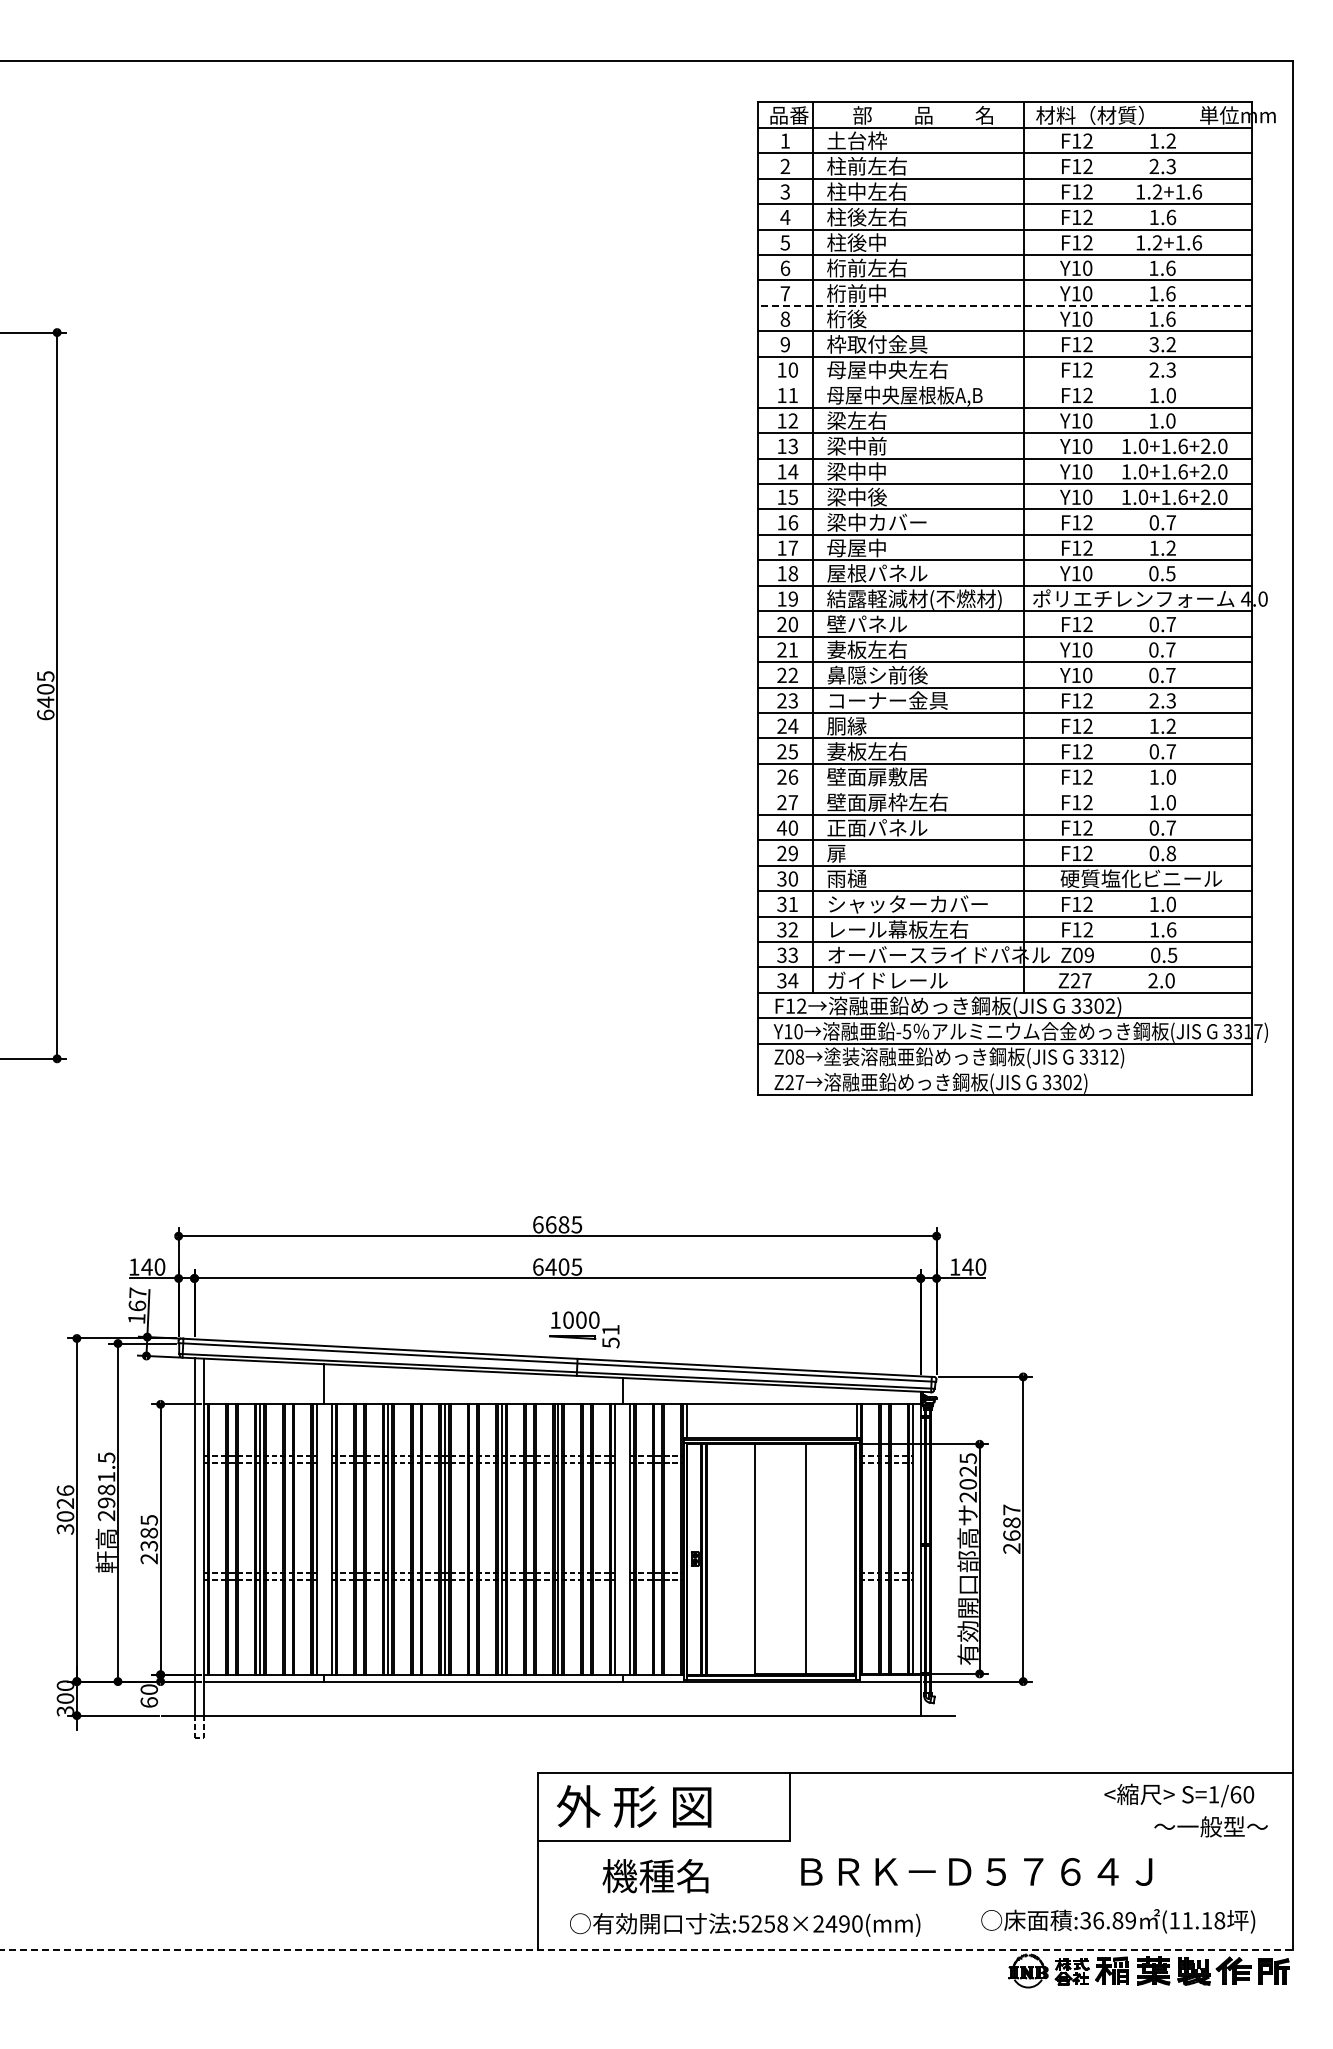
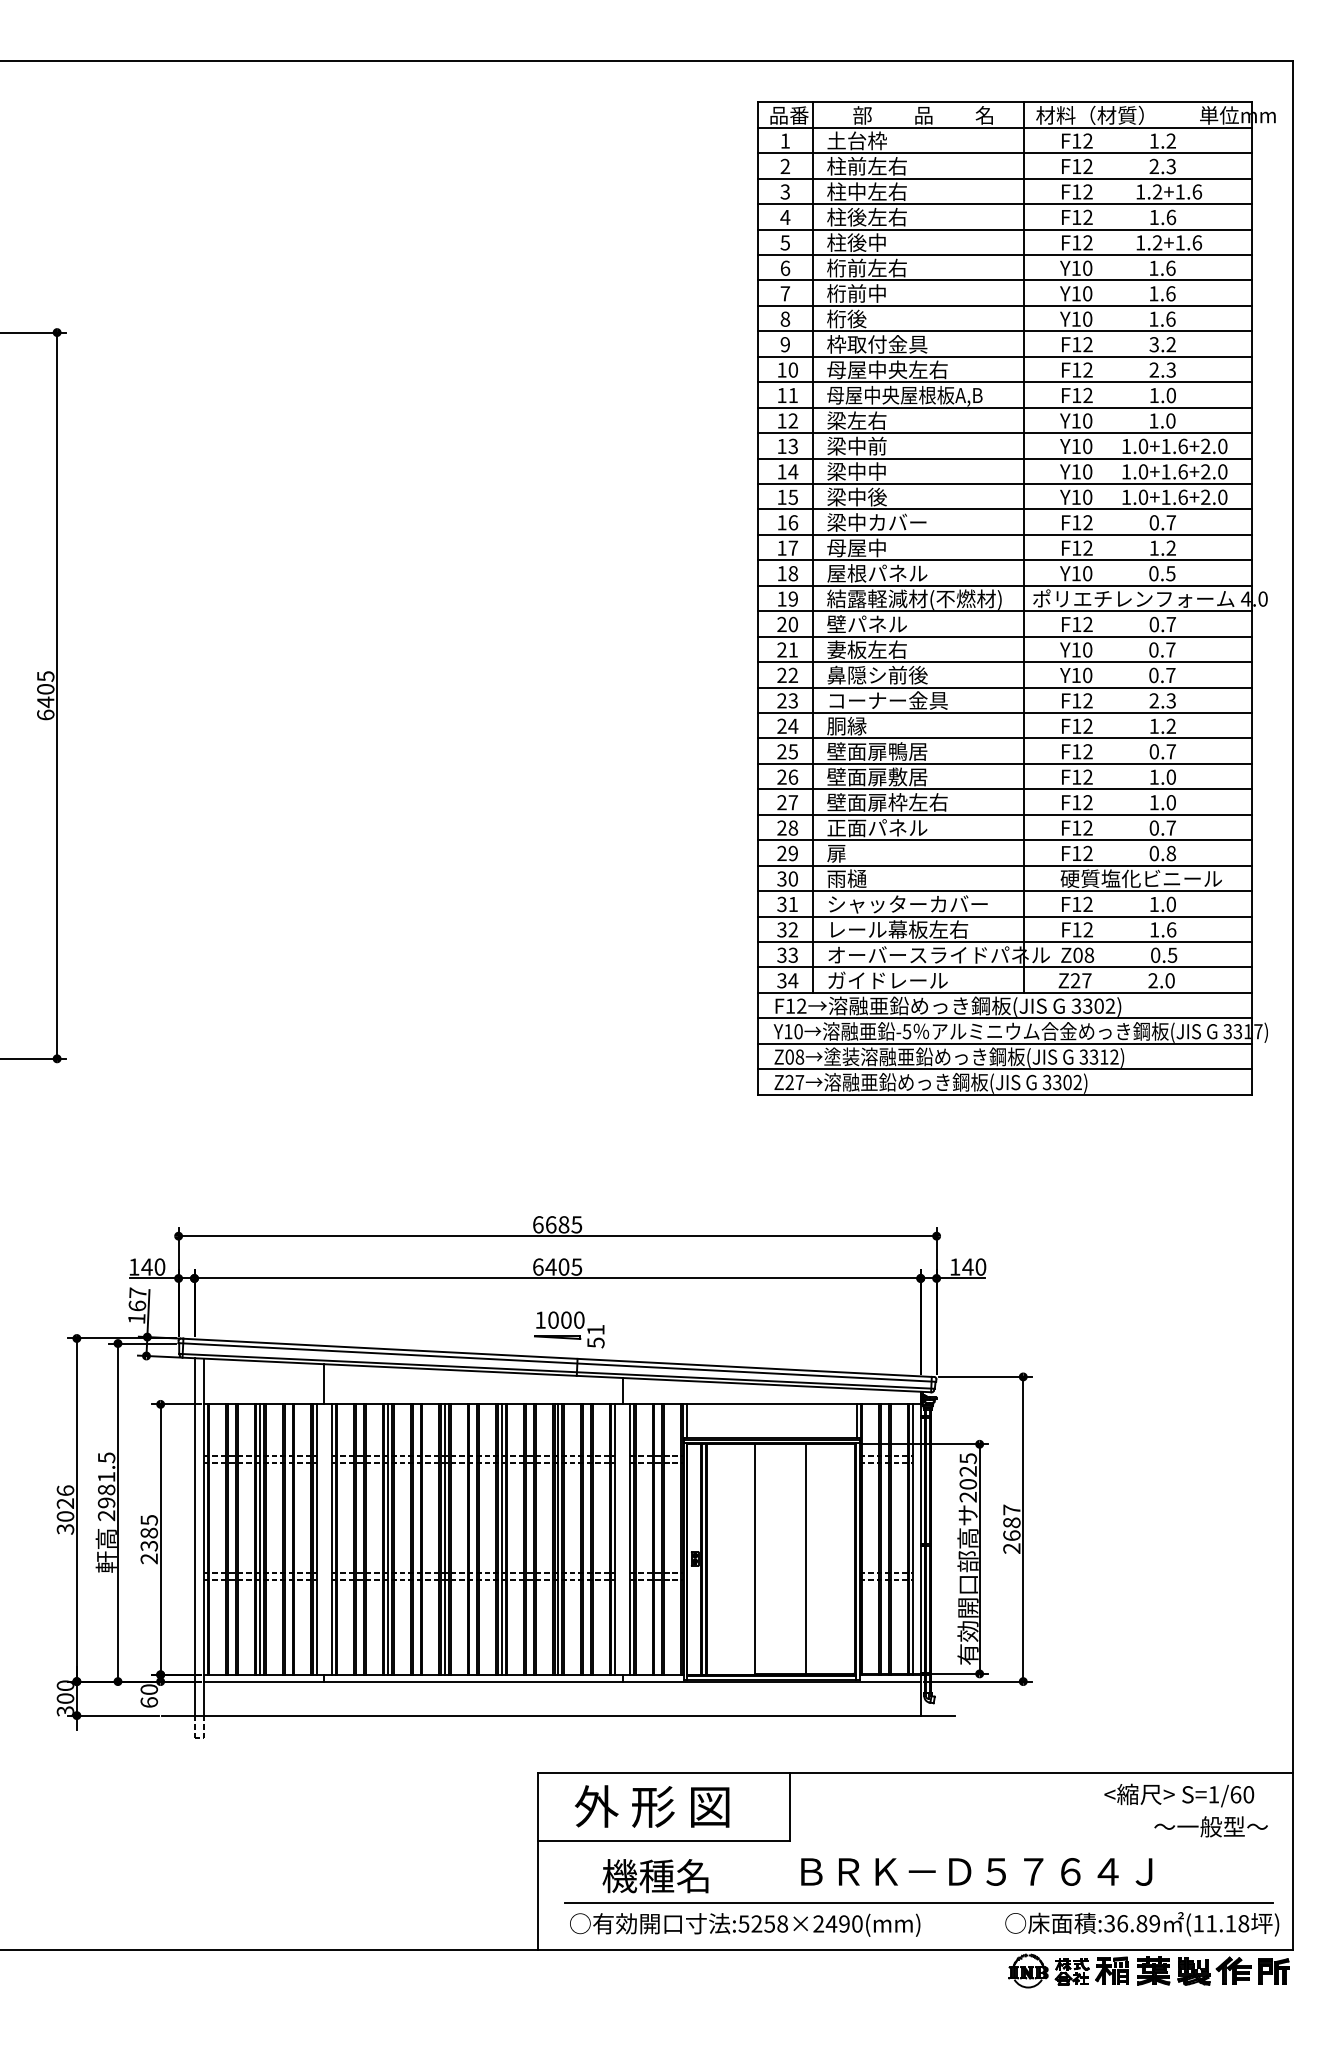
line at (1005, 305): dashed -> solid
line at (1005, 382): none -> present
text at (877, 751): 妻板左右 -> 壁面扉鴨居
line at (1005, 789): none -> present
text at (787, 827): 40 -> 28
text at (1089, 954): Z09 -> Z08
line at (1005, 1069): none -> present
part at (584, 1329) position: (584, 1329) -> (569, 1329)
text at (634, 1806) position: (634, 1806) -> (652, 1806)
line at (918, 1903): none -> present
text at (1118, 1921) position: (1118, 1921) -> (1142, 1924)
line at (647, 1950): dashed -> solid
